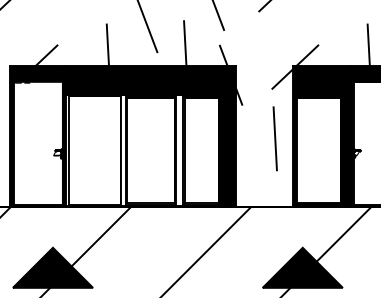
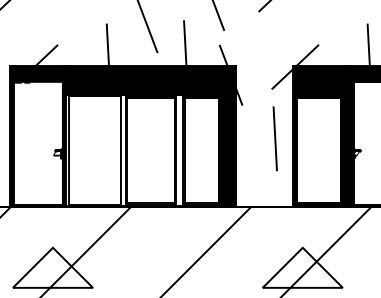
fill at (52, 267): present -> none
fill at (302, 267): present -> none
